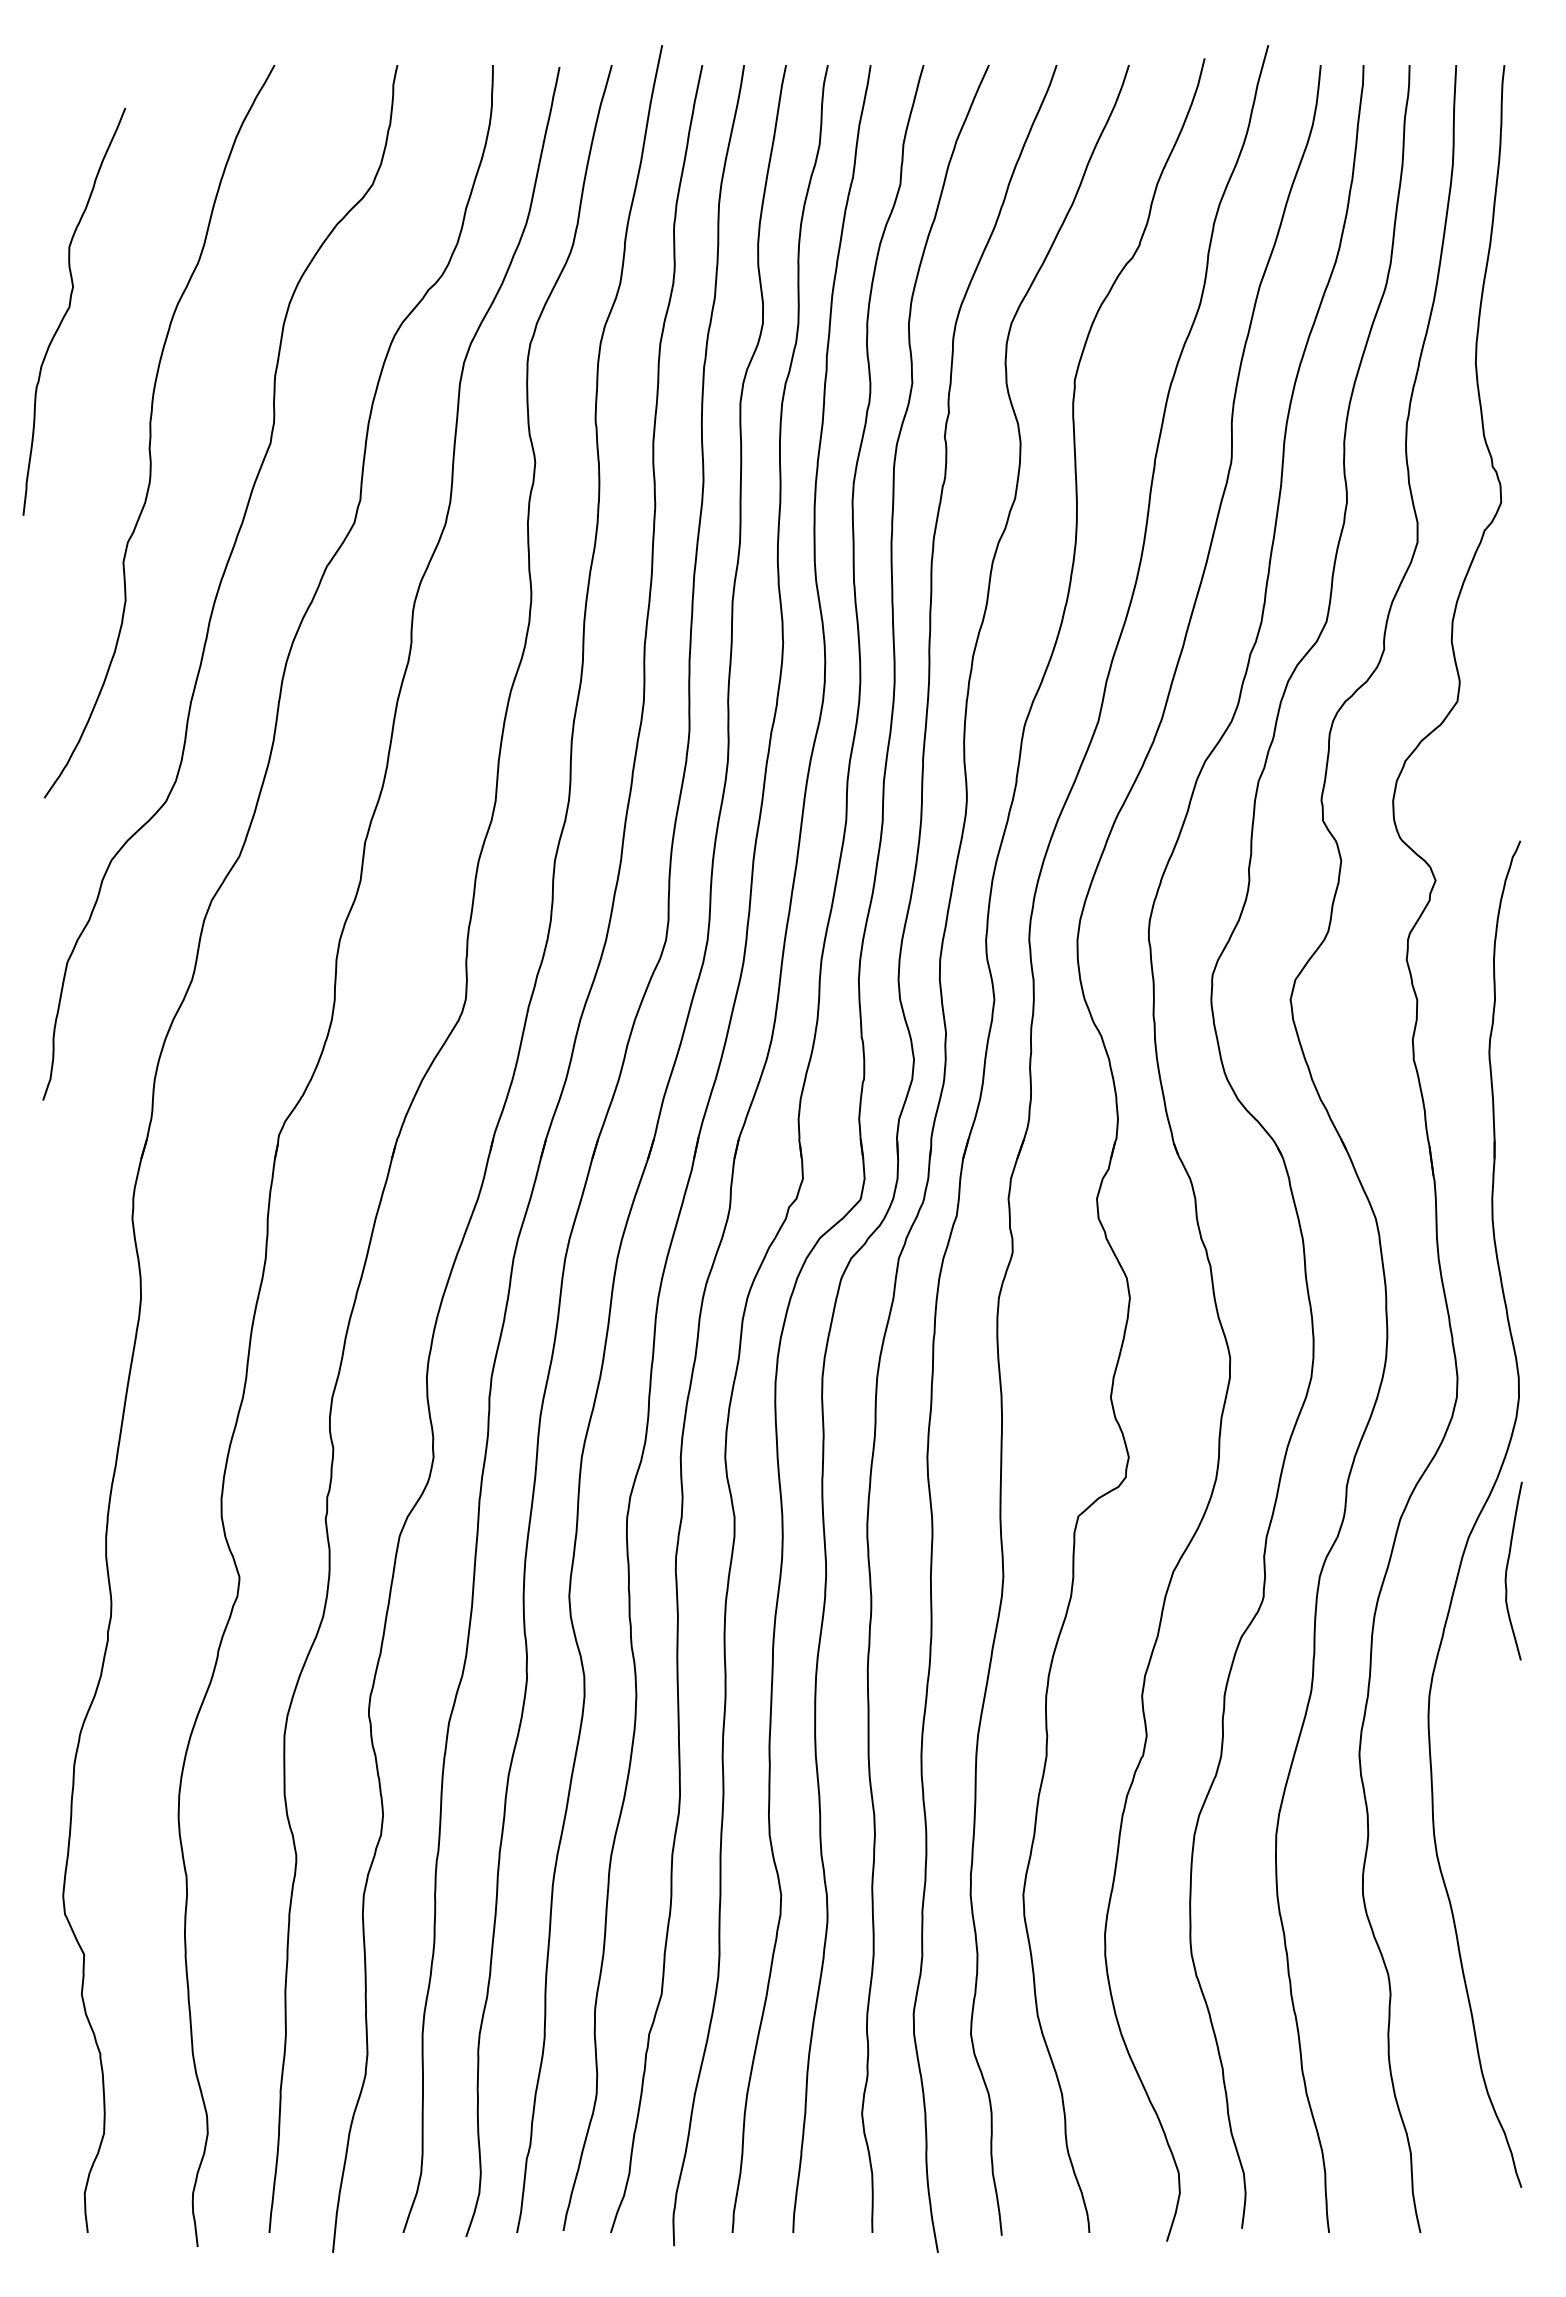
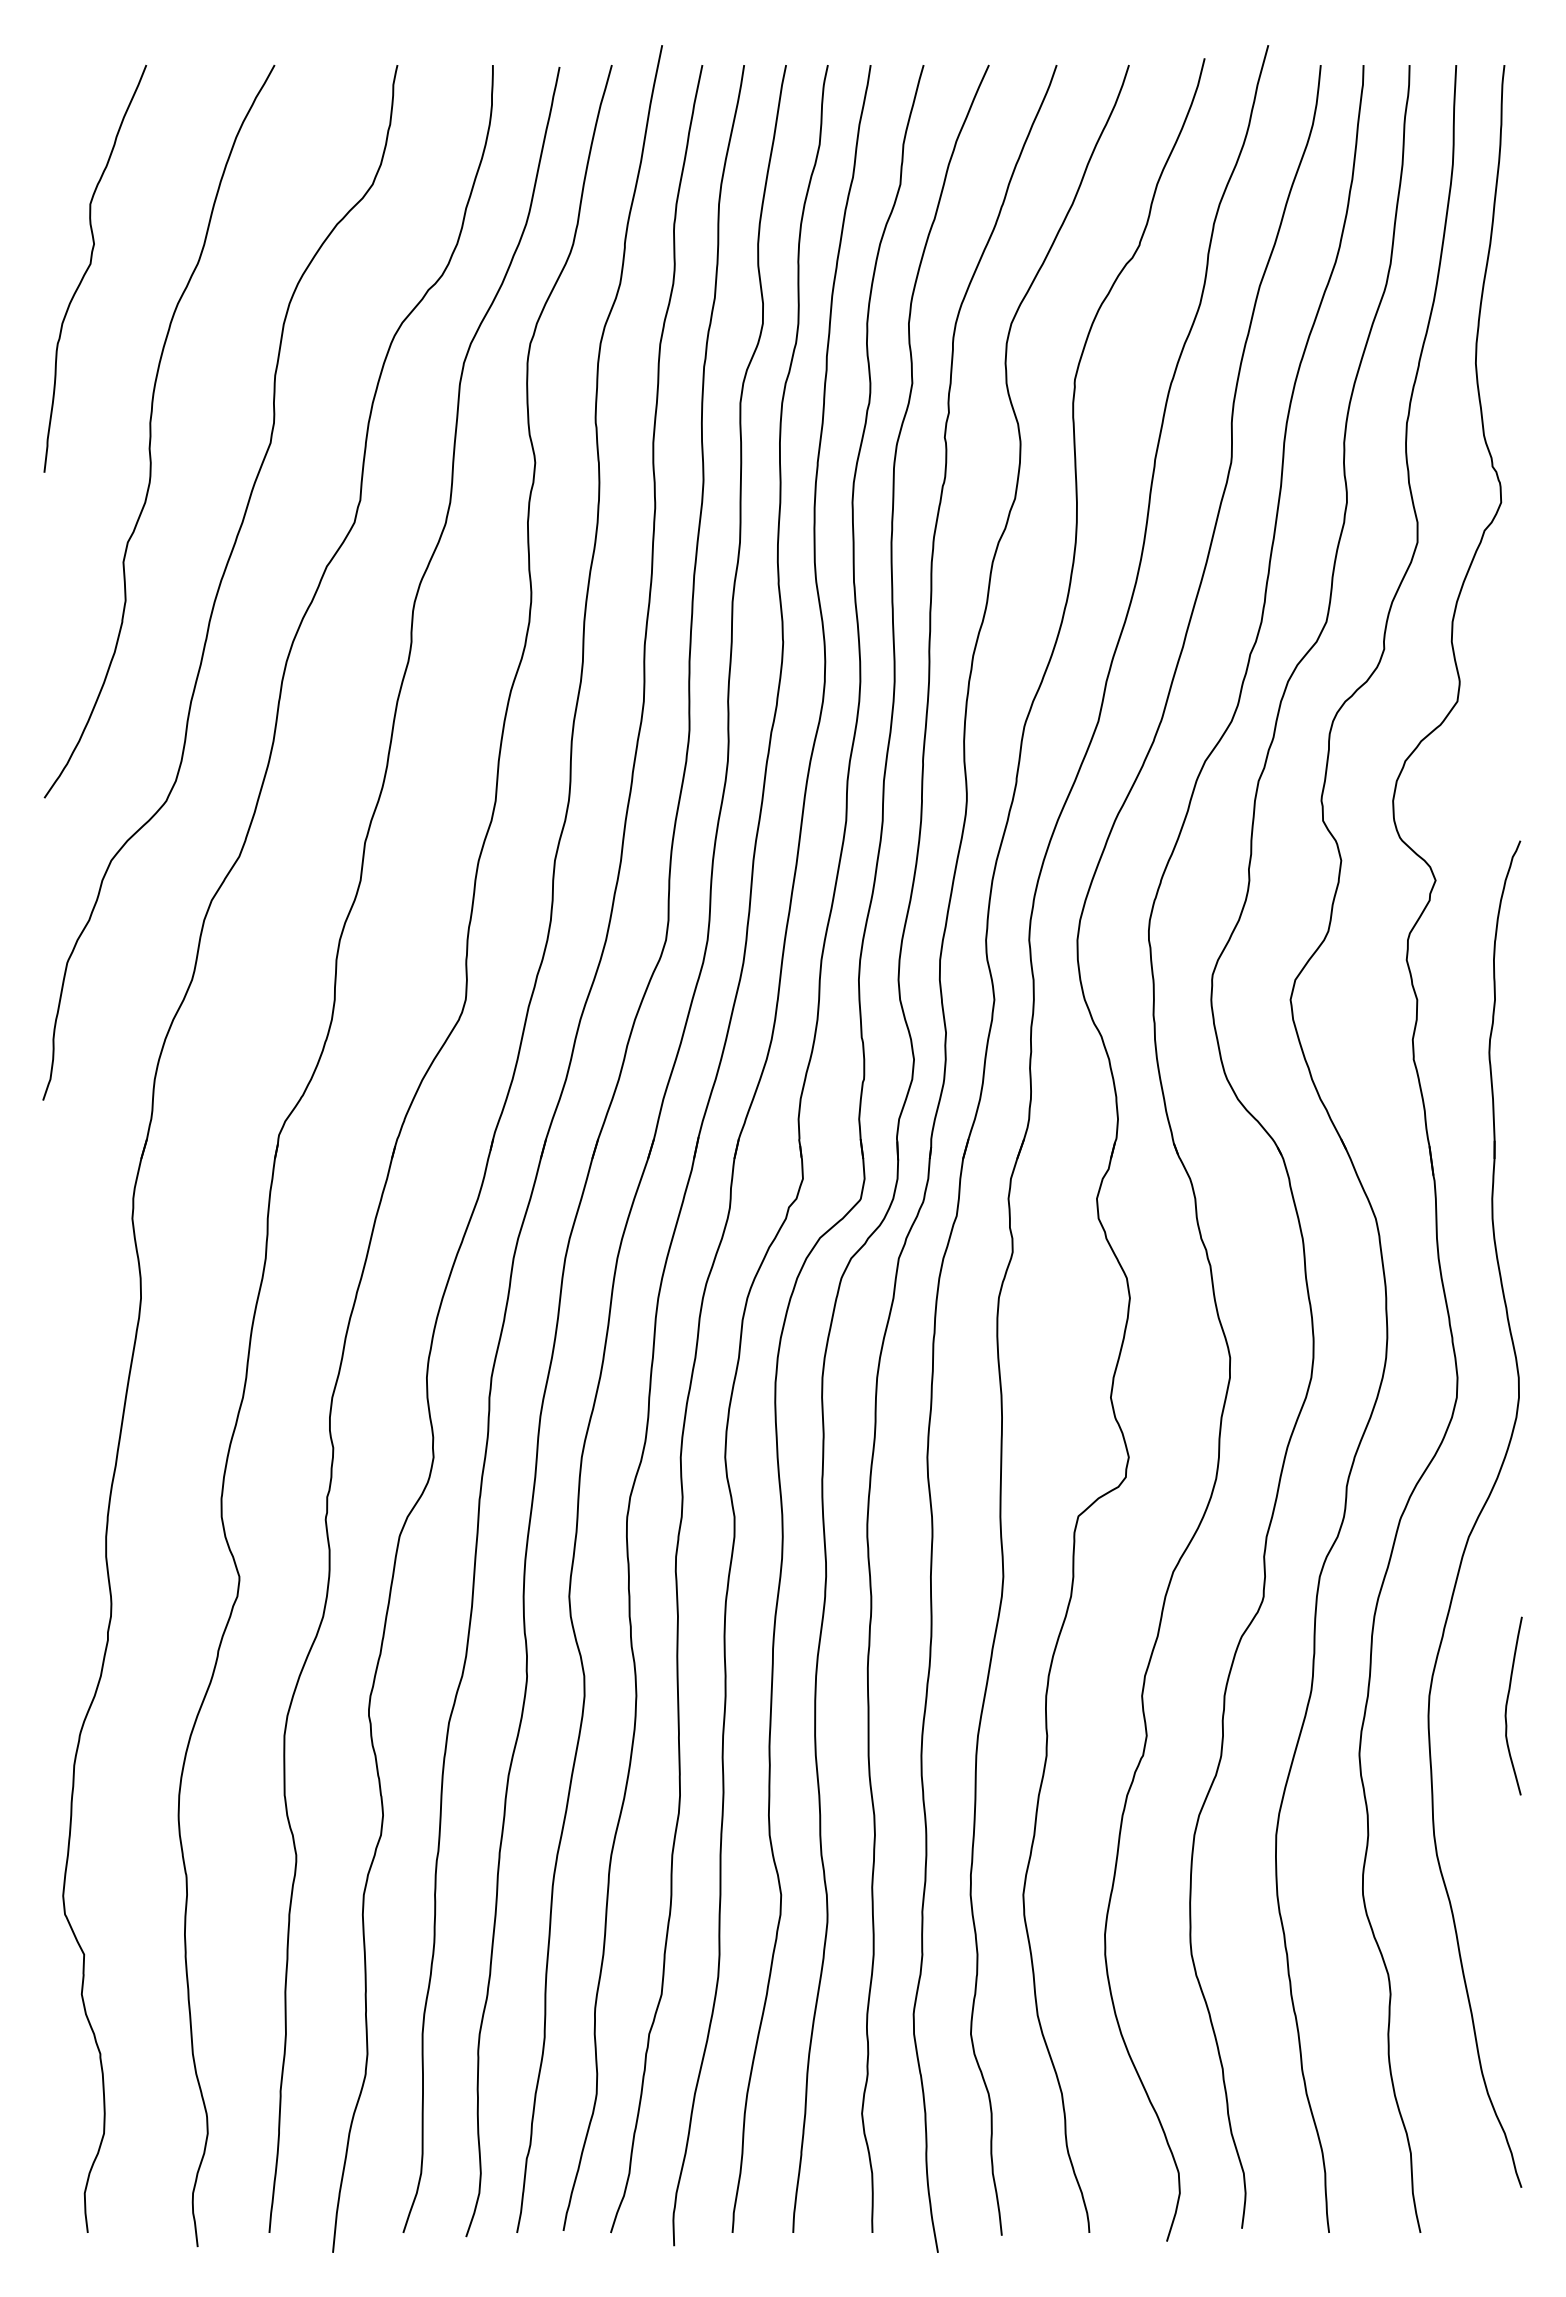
curve at (69, 309) position: (69, 309) -> (90, 266)
curve at (1507, 1570) position: (1507, 1570) -> (1507, 1705)
